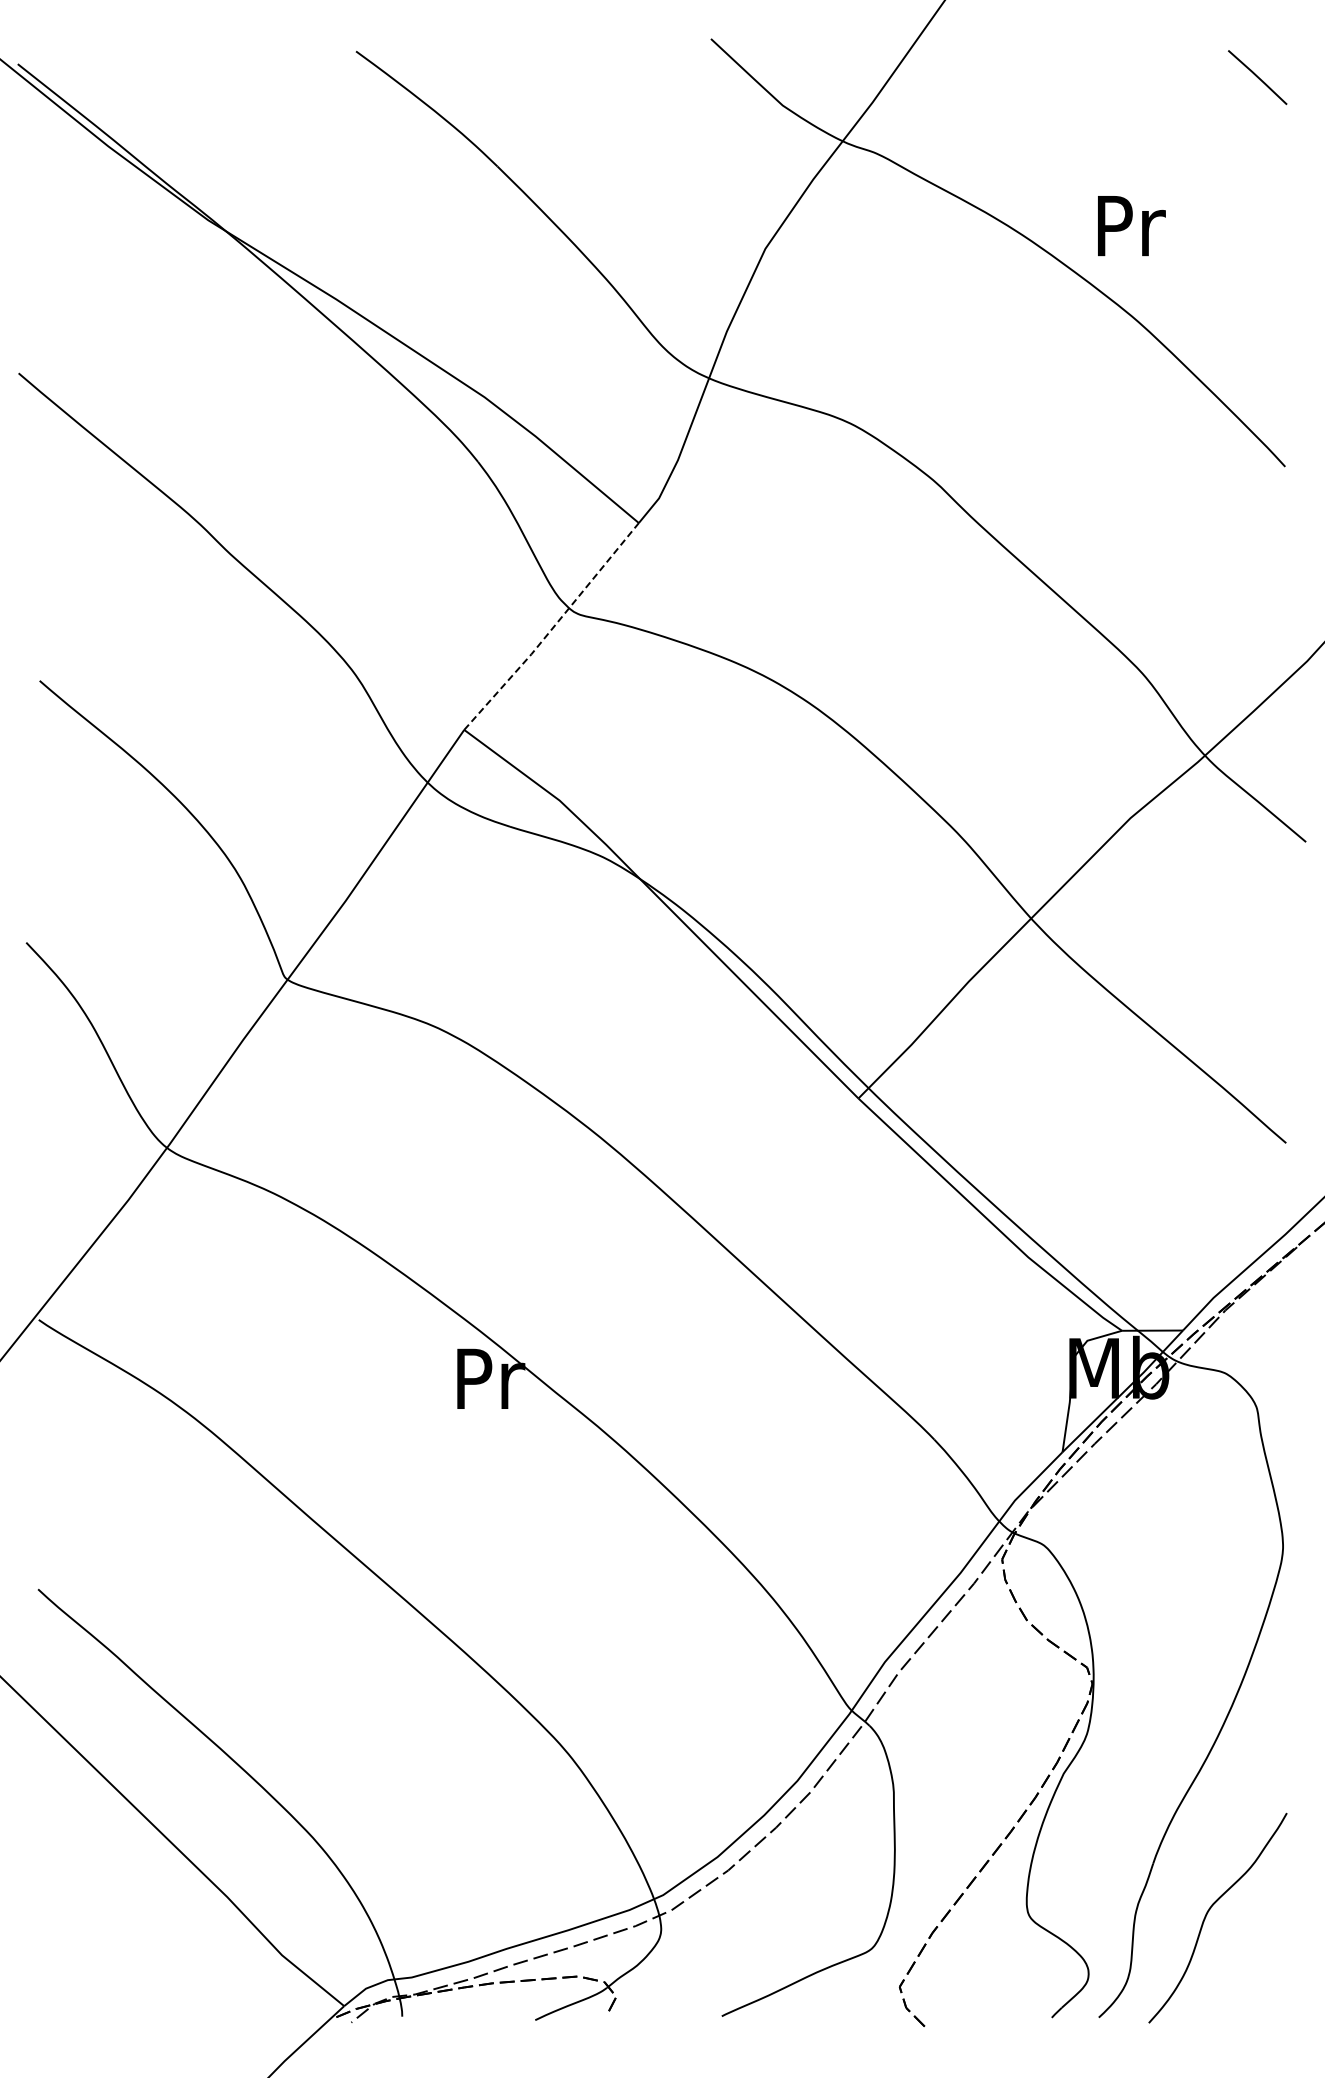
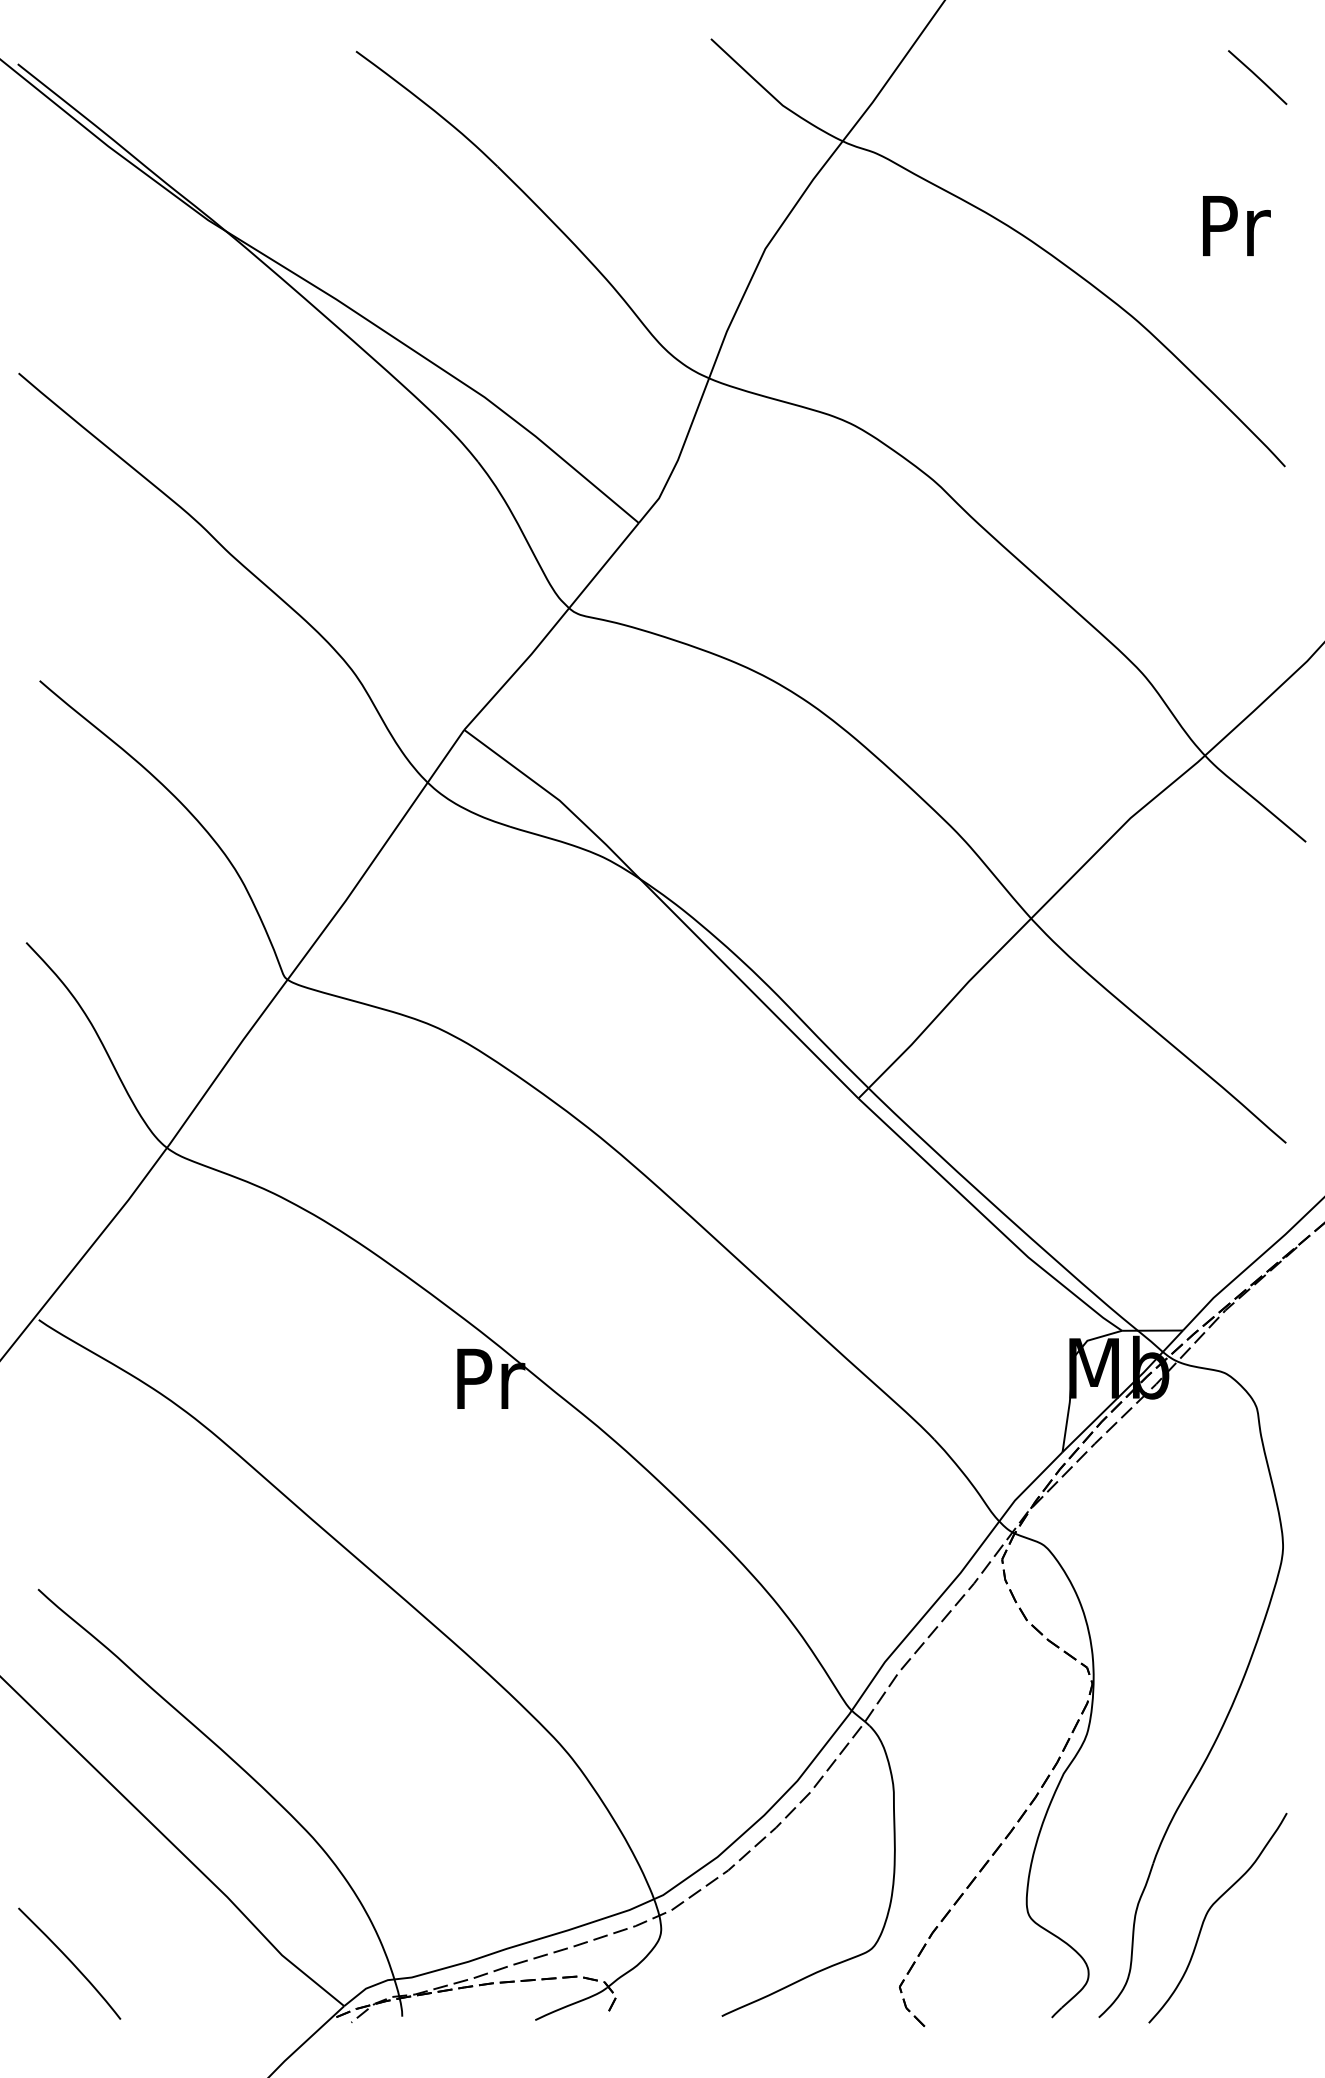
text at (1131, 225) position: (1131, 225) -> (1236, 225)
line at (552, 628): dashed -> solid
curve at (70, 1962): none -> present
